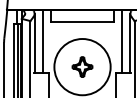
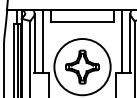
part at (82, 66) size: 23x22 px -> 35x36 px
